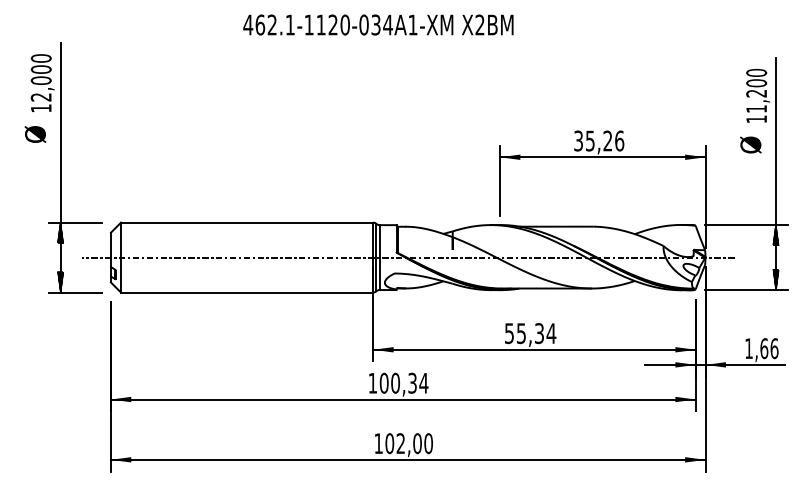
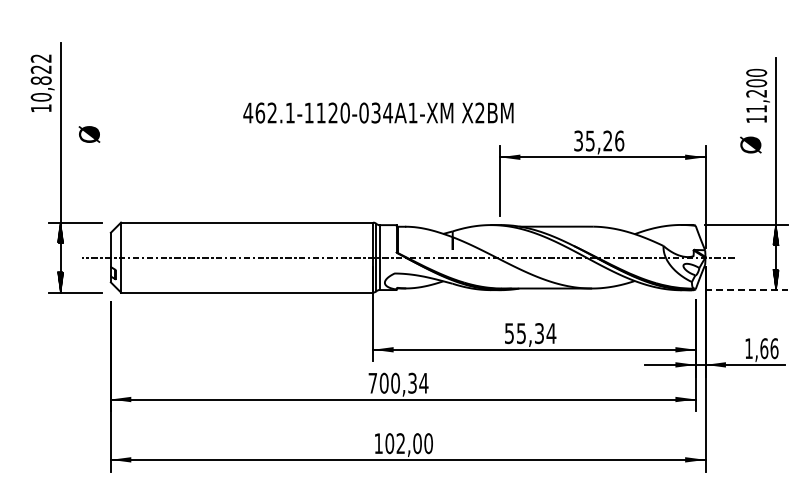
text at (378, 24) position: (378, 24) -> (378, 112)
text at (40, 77): 12,000 -> 10,822
text at (35, 134) position: (35, 134) -> (89, 134)
line at (746, 290): solid -> dashed
text at (372, 383): 100,34 -> 700,34
